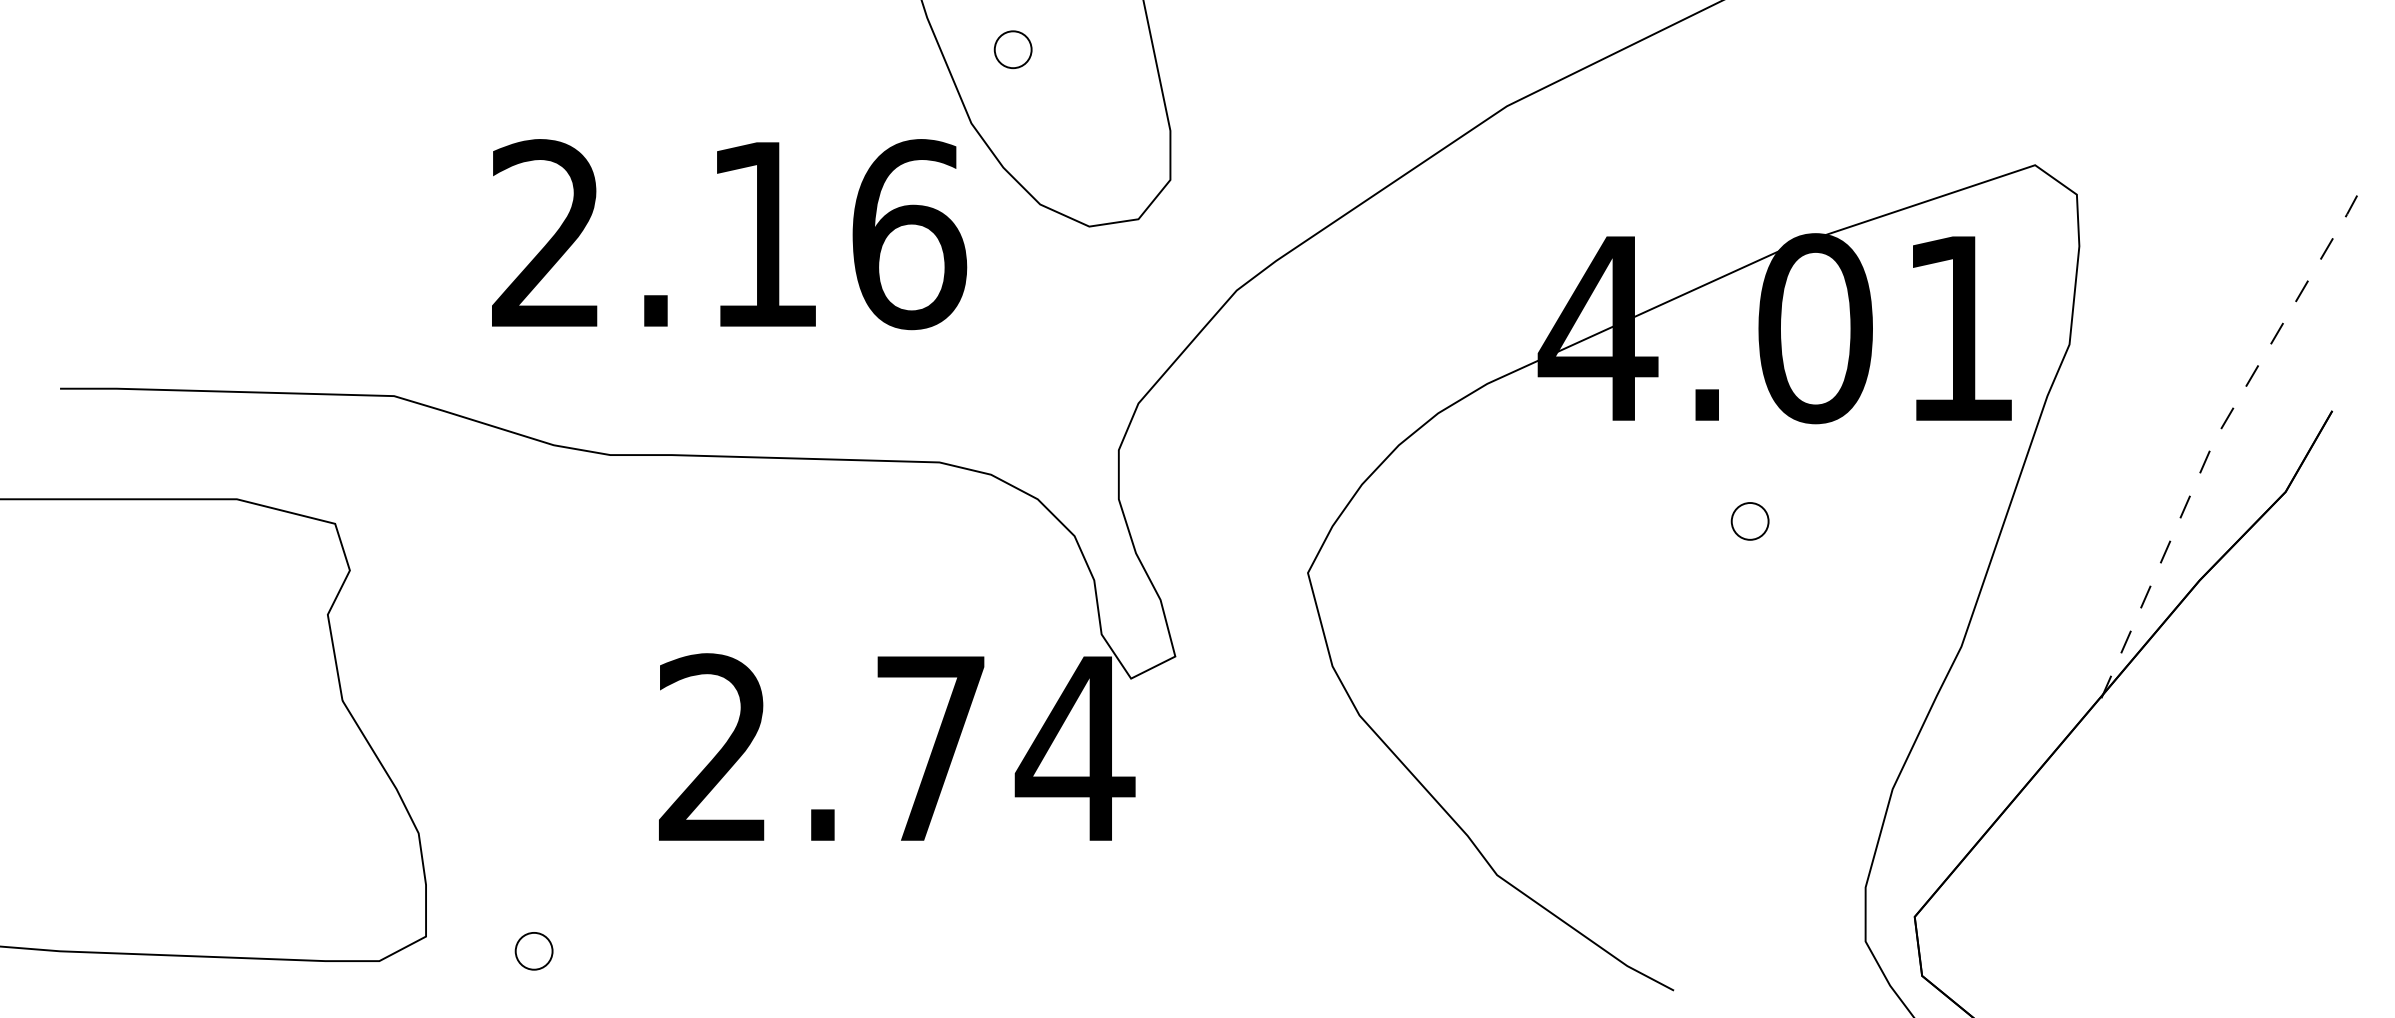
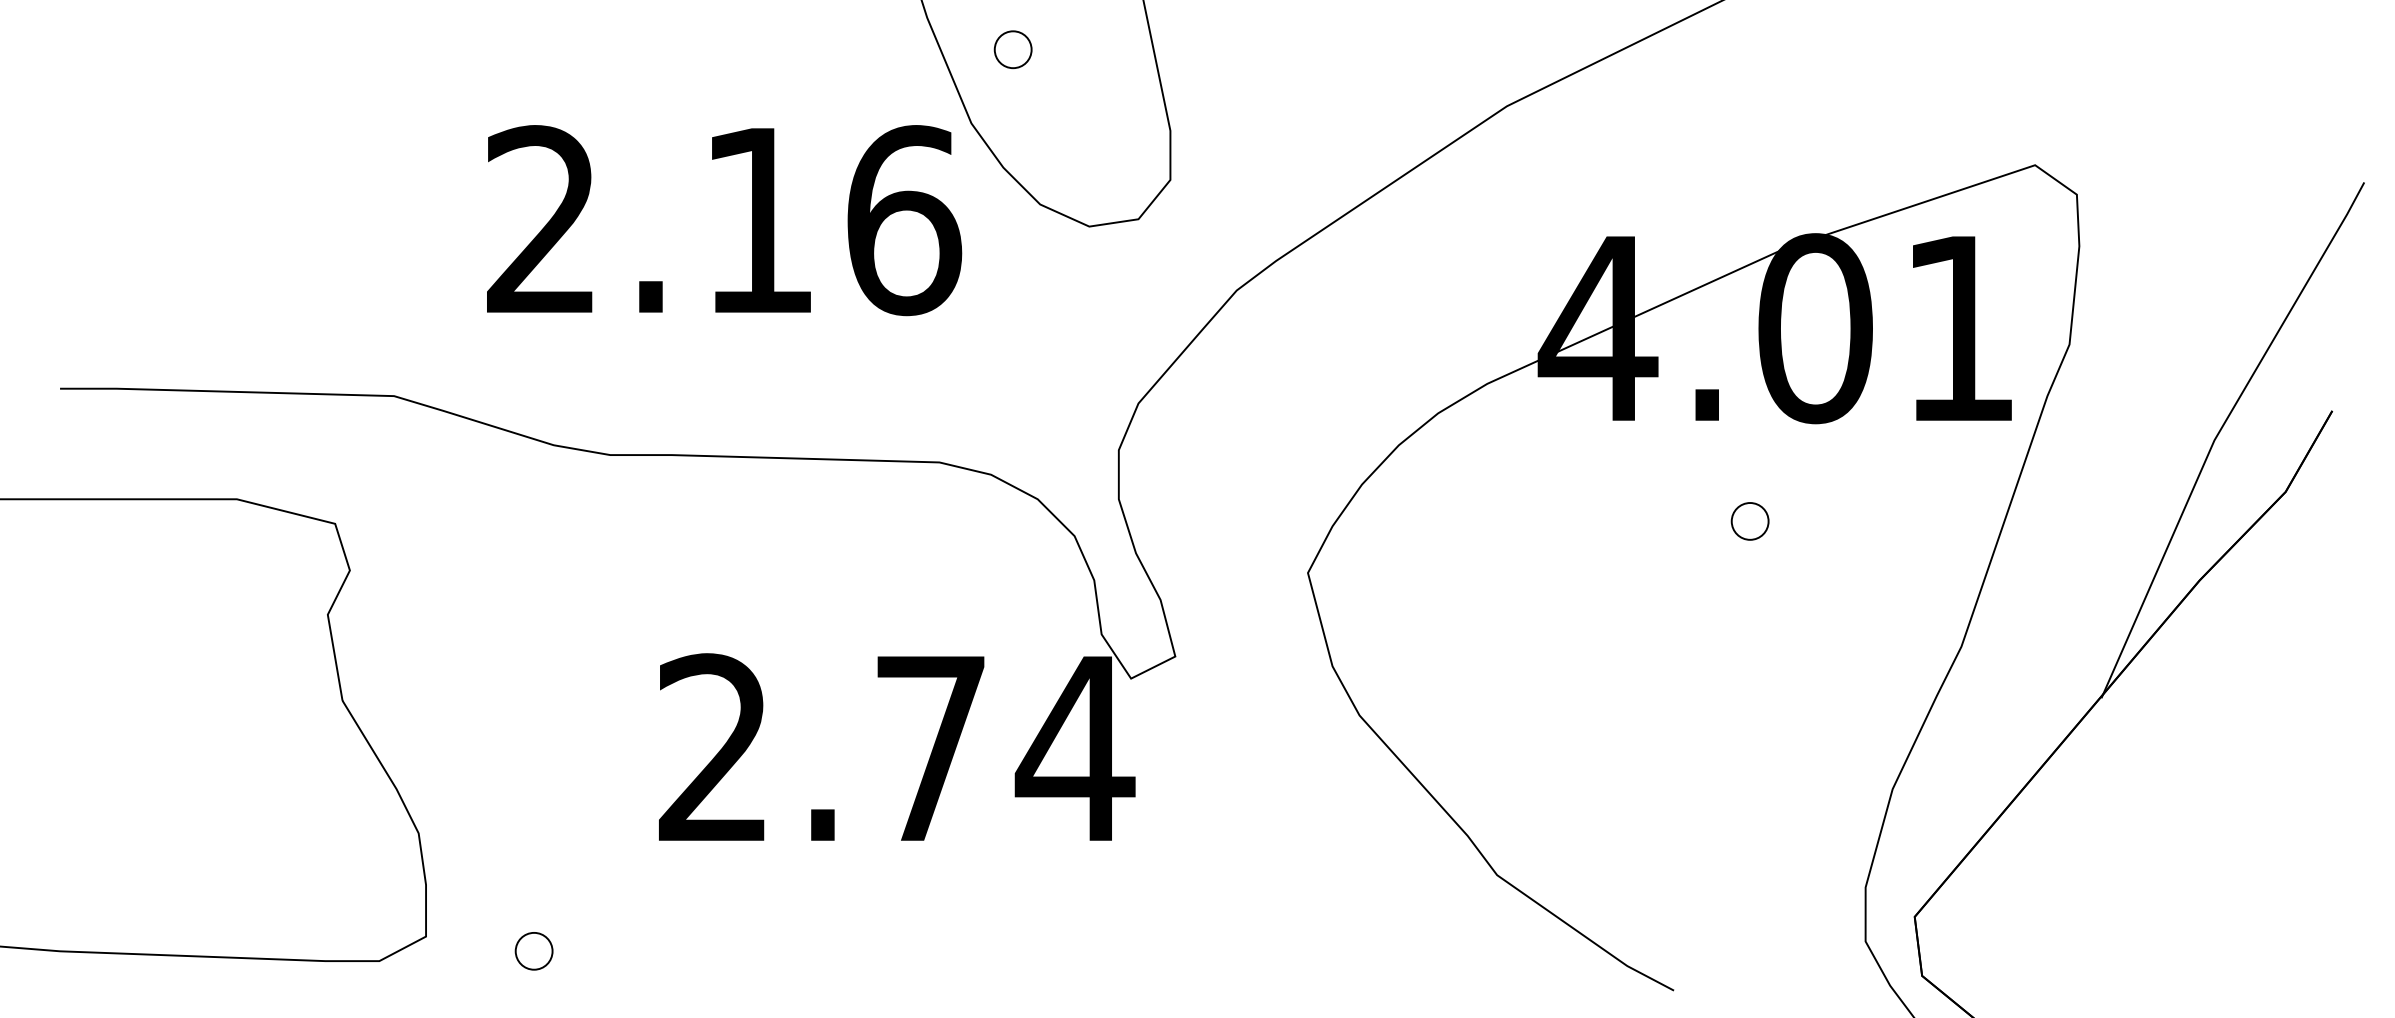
text at (729, 234) position: (729, 234) -> (724, 220)
line at (2219, 432): dashed -> solid
